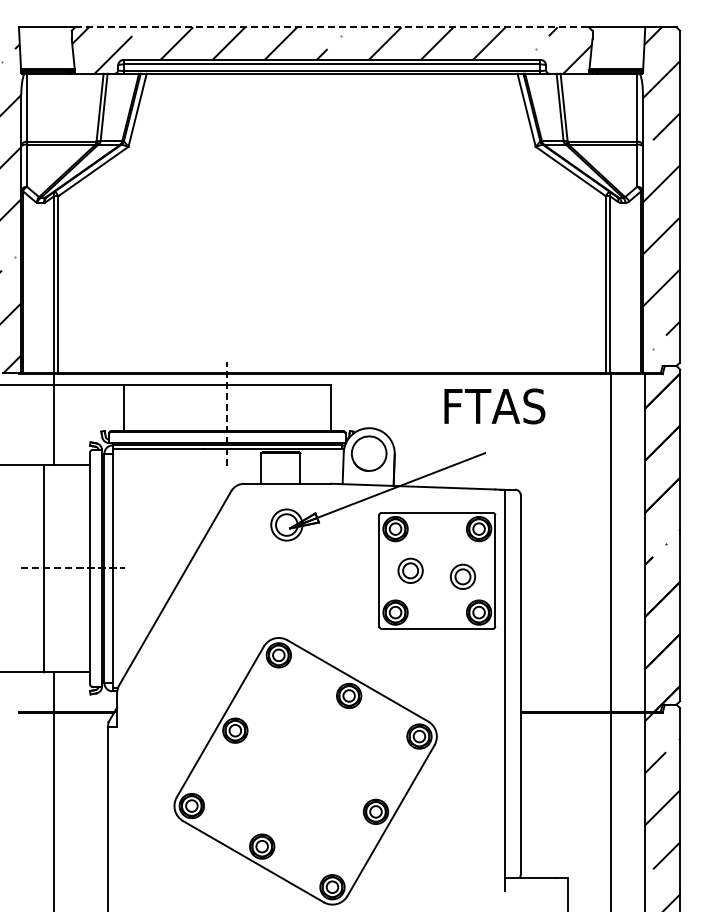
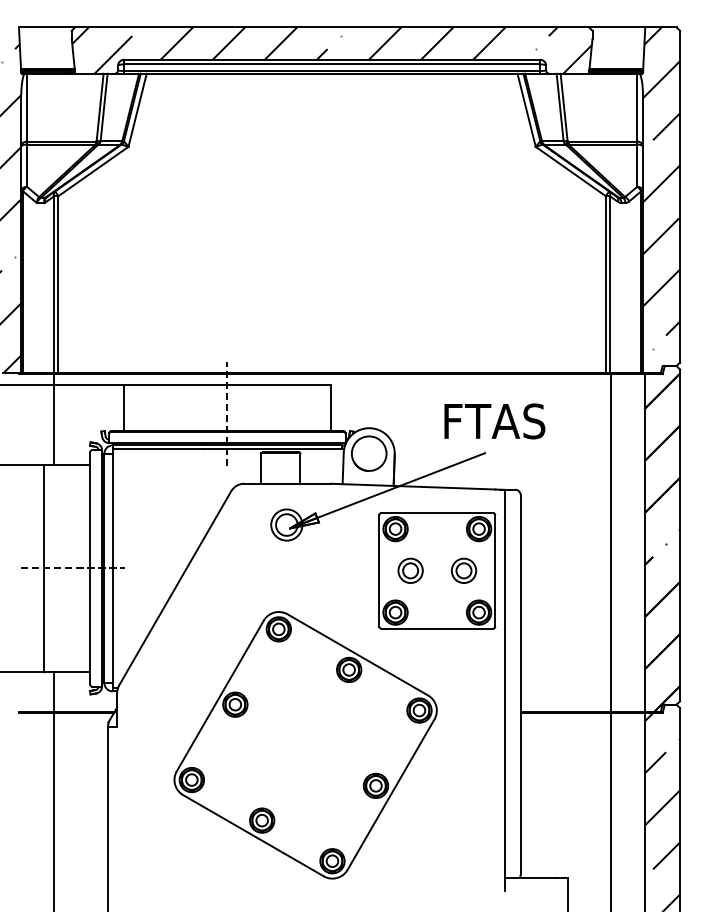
line at (332, 27): dashed -> solid
text at (494, 406) position: (494, 406) -> (494, 421)
part at (463, 576) position: (463, 576) -> (464, 570)
part at (305, 771) position: (305, 771) -> (305, 745)
